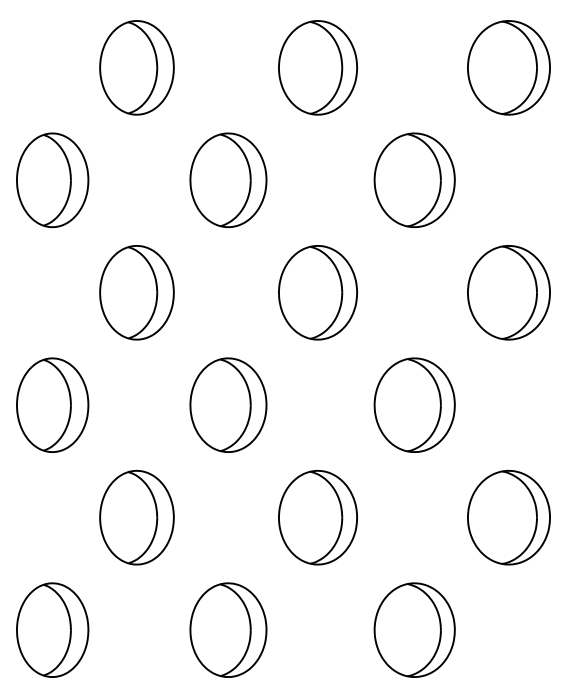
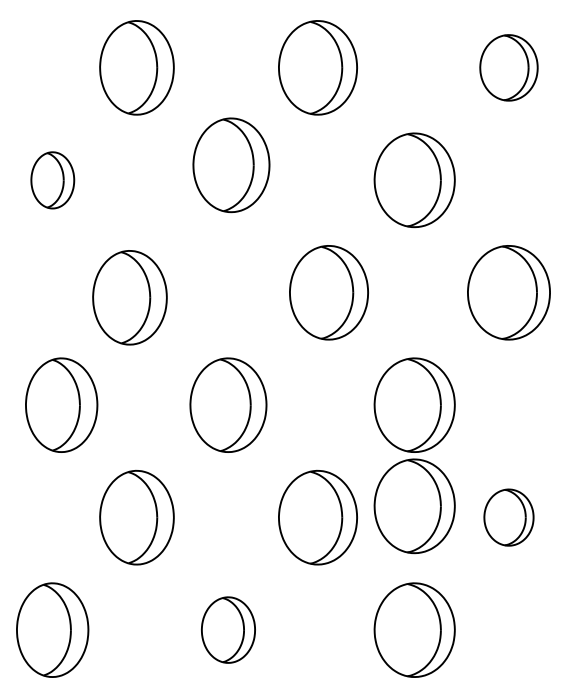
part at (508, 67) size: 84x96 px -> 60x68 px
part at (52, 180) size: 74x97 px -> 46x59 px
part at (228, 180) position: (228, 180) -> (231, 165)
part at (136, 292) position: (136, 292) -> (129, 297)
part at (317, 292) position: (317, 292) -> (328, 292)
part at (52, 404) position: (52, 404) -> (61, 404)
part at (414, 506): none -> present
part at (508, 517) size: 84x97 px -> 52x59 px
part at (228, 629) size: 79x96 px -> 55x68 px
